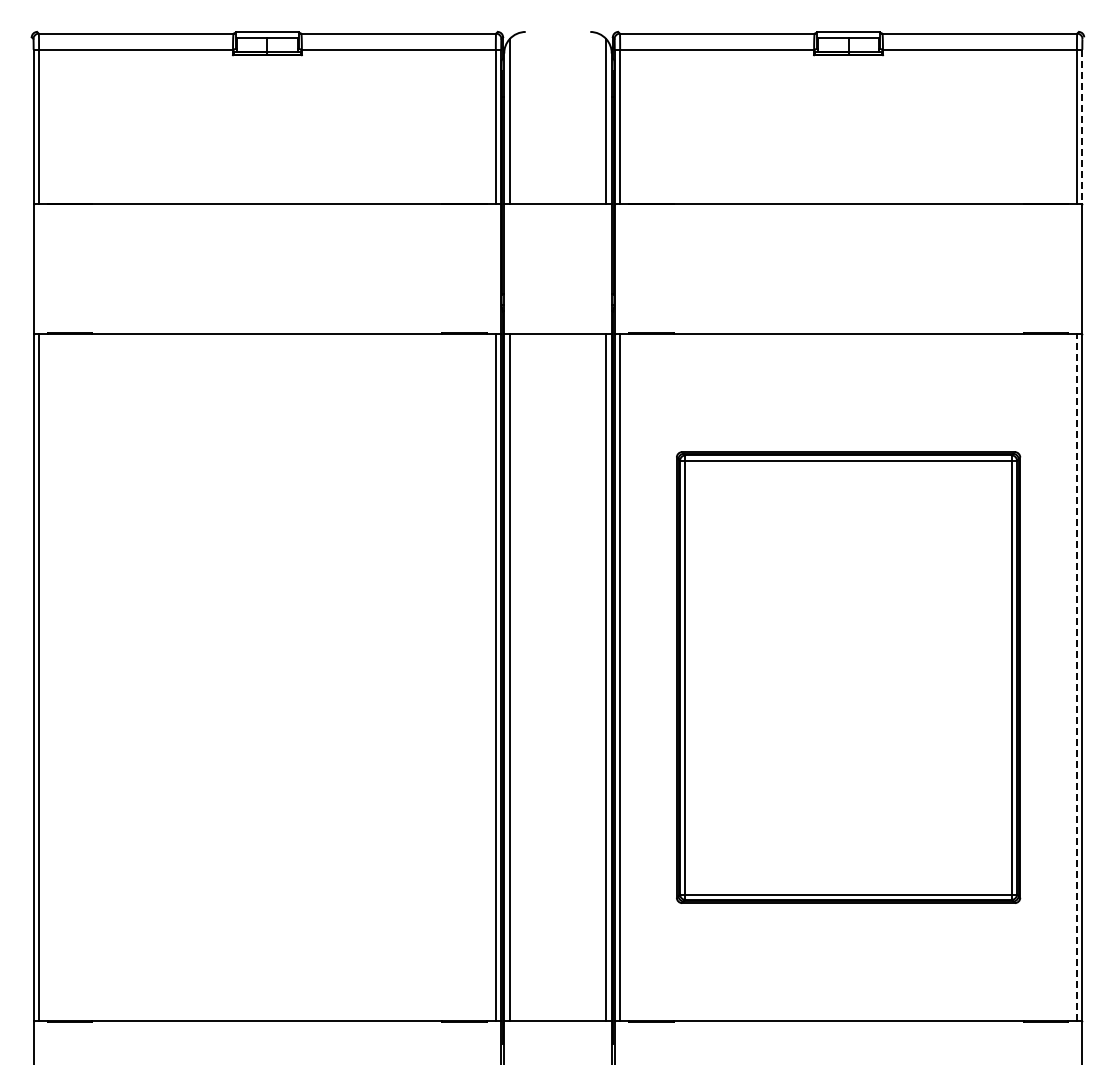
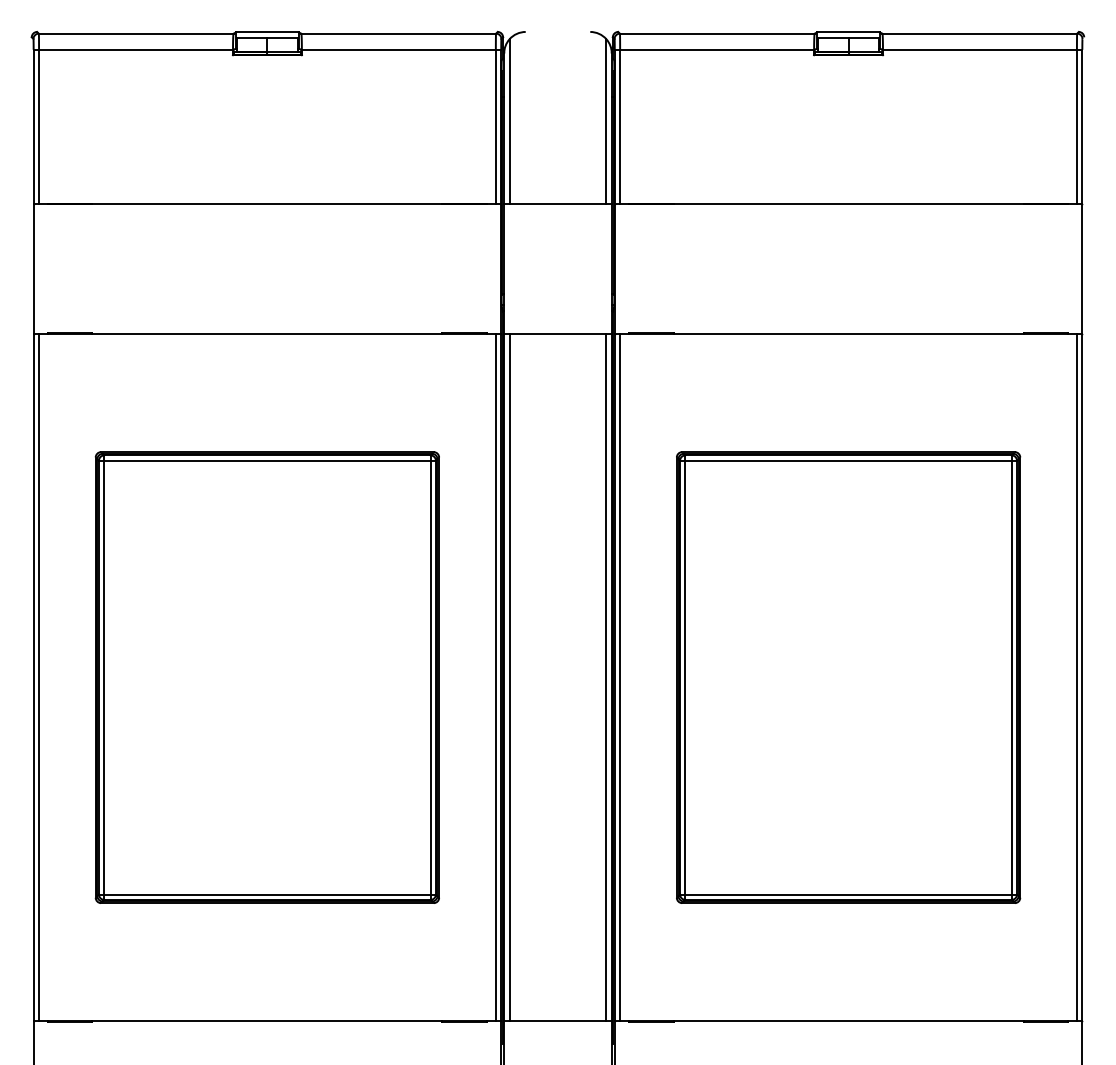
line at (1082, 126): dashed -> solid
part at (266, 677): none -> present
line at (1076, 677): dashed -> solid
